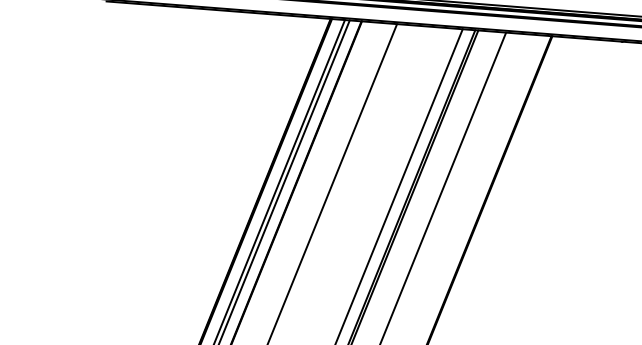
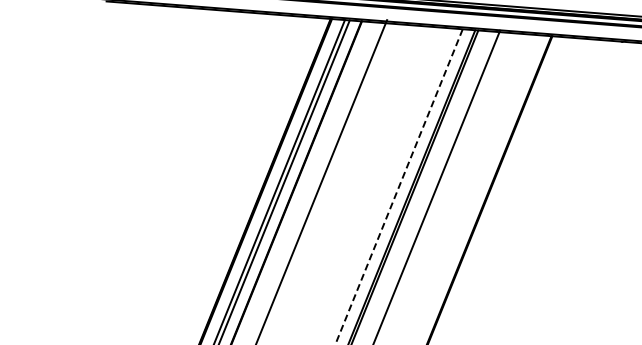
line at (332, 182) position: (332, 182) -> (322, 180)
line at (443, 186) position: (443, 186) -> (437, 185)
line at (398, 187): solid -> dashed
